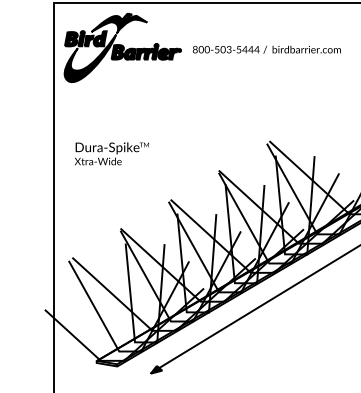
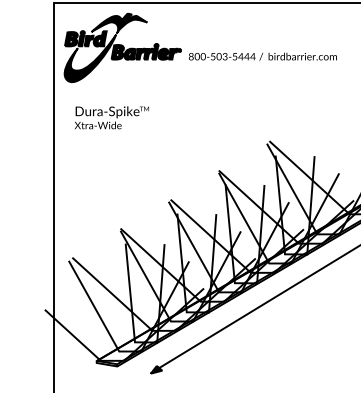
text at (266, 49) position: (266, 49) -> (262, 56)
text at (111, 153) position: (111, 153) -> (111, 117)
